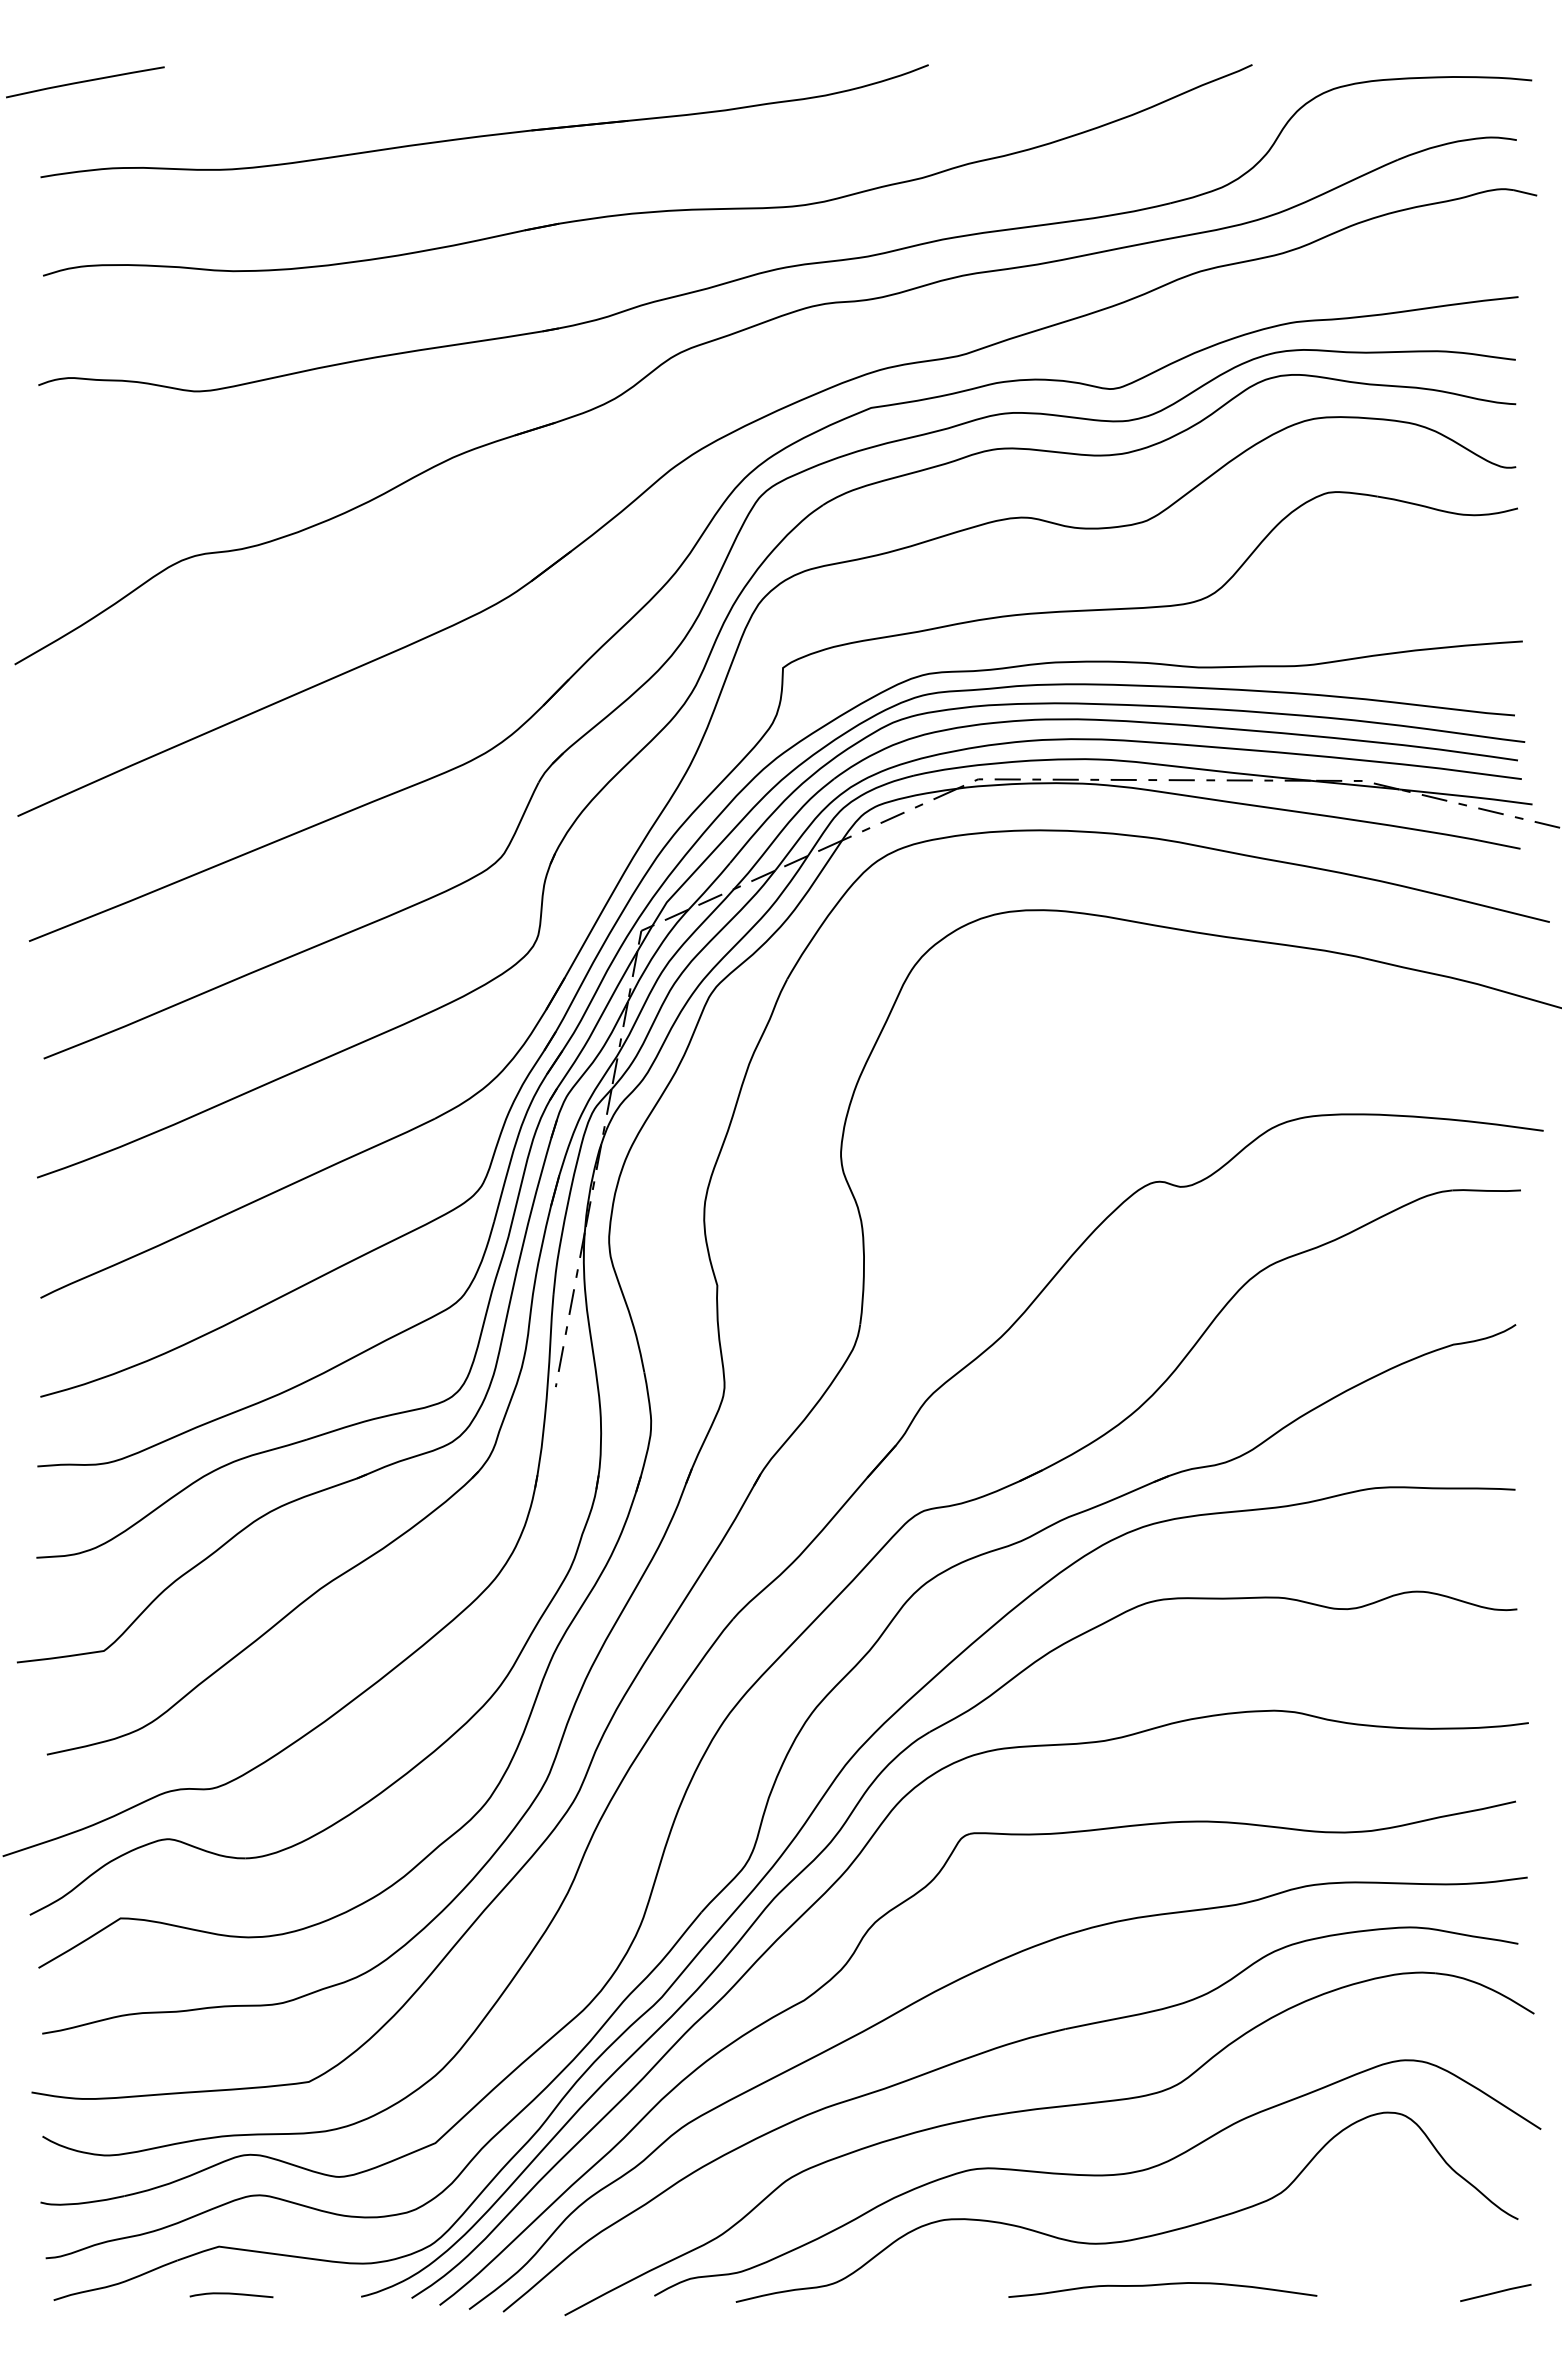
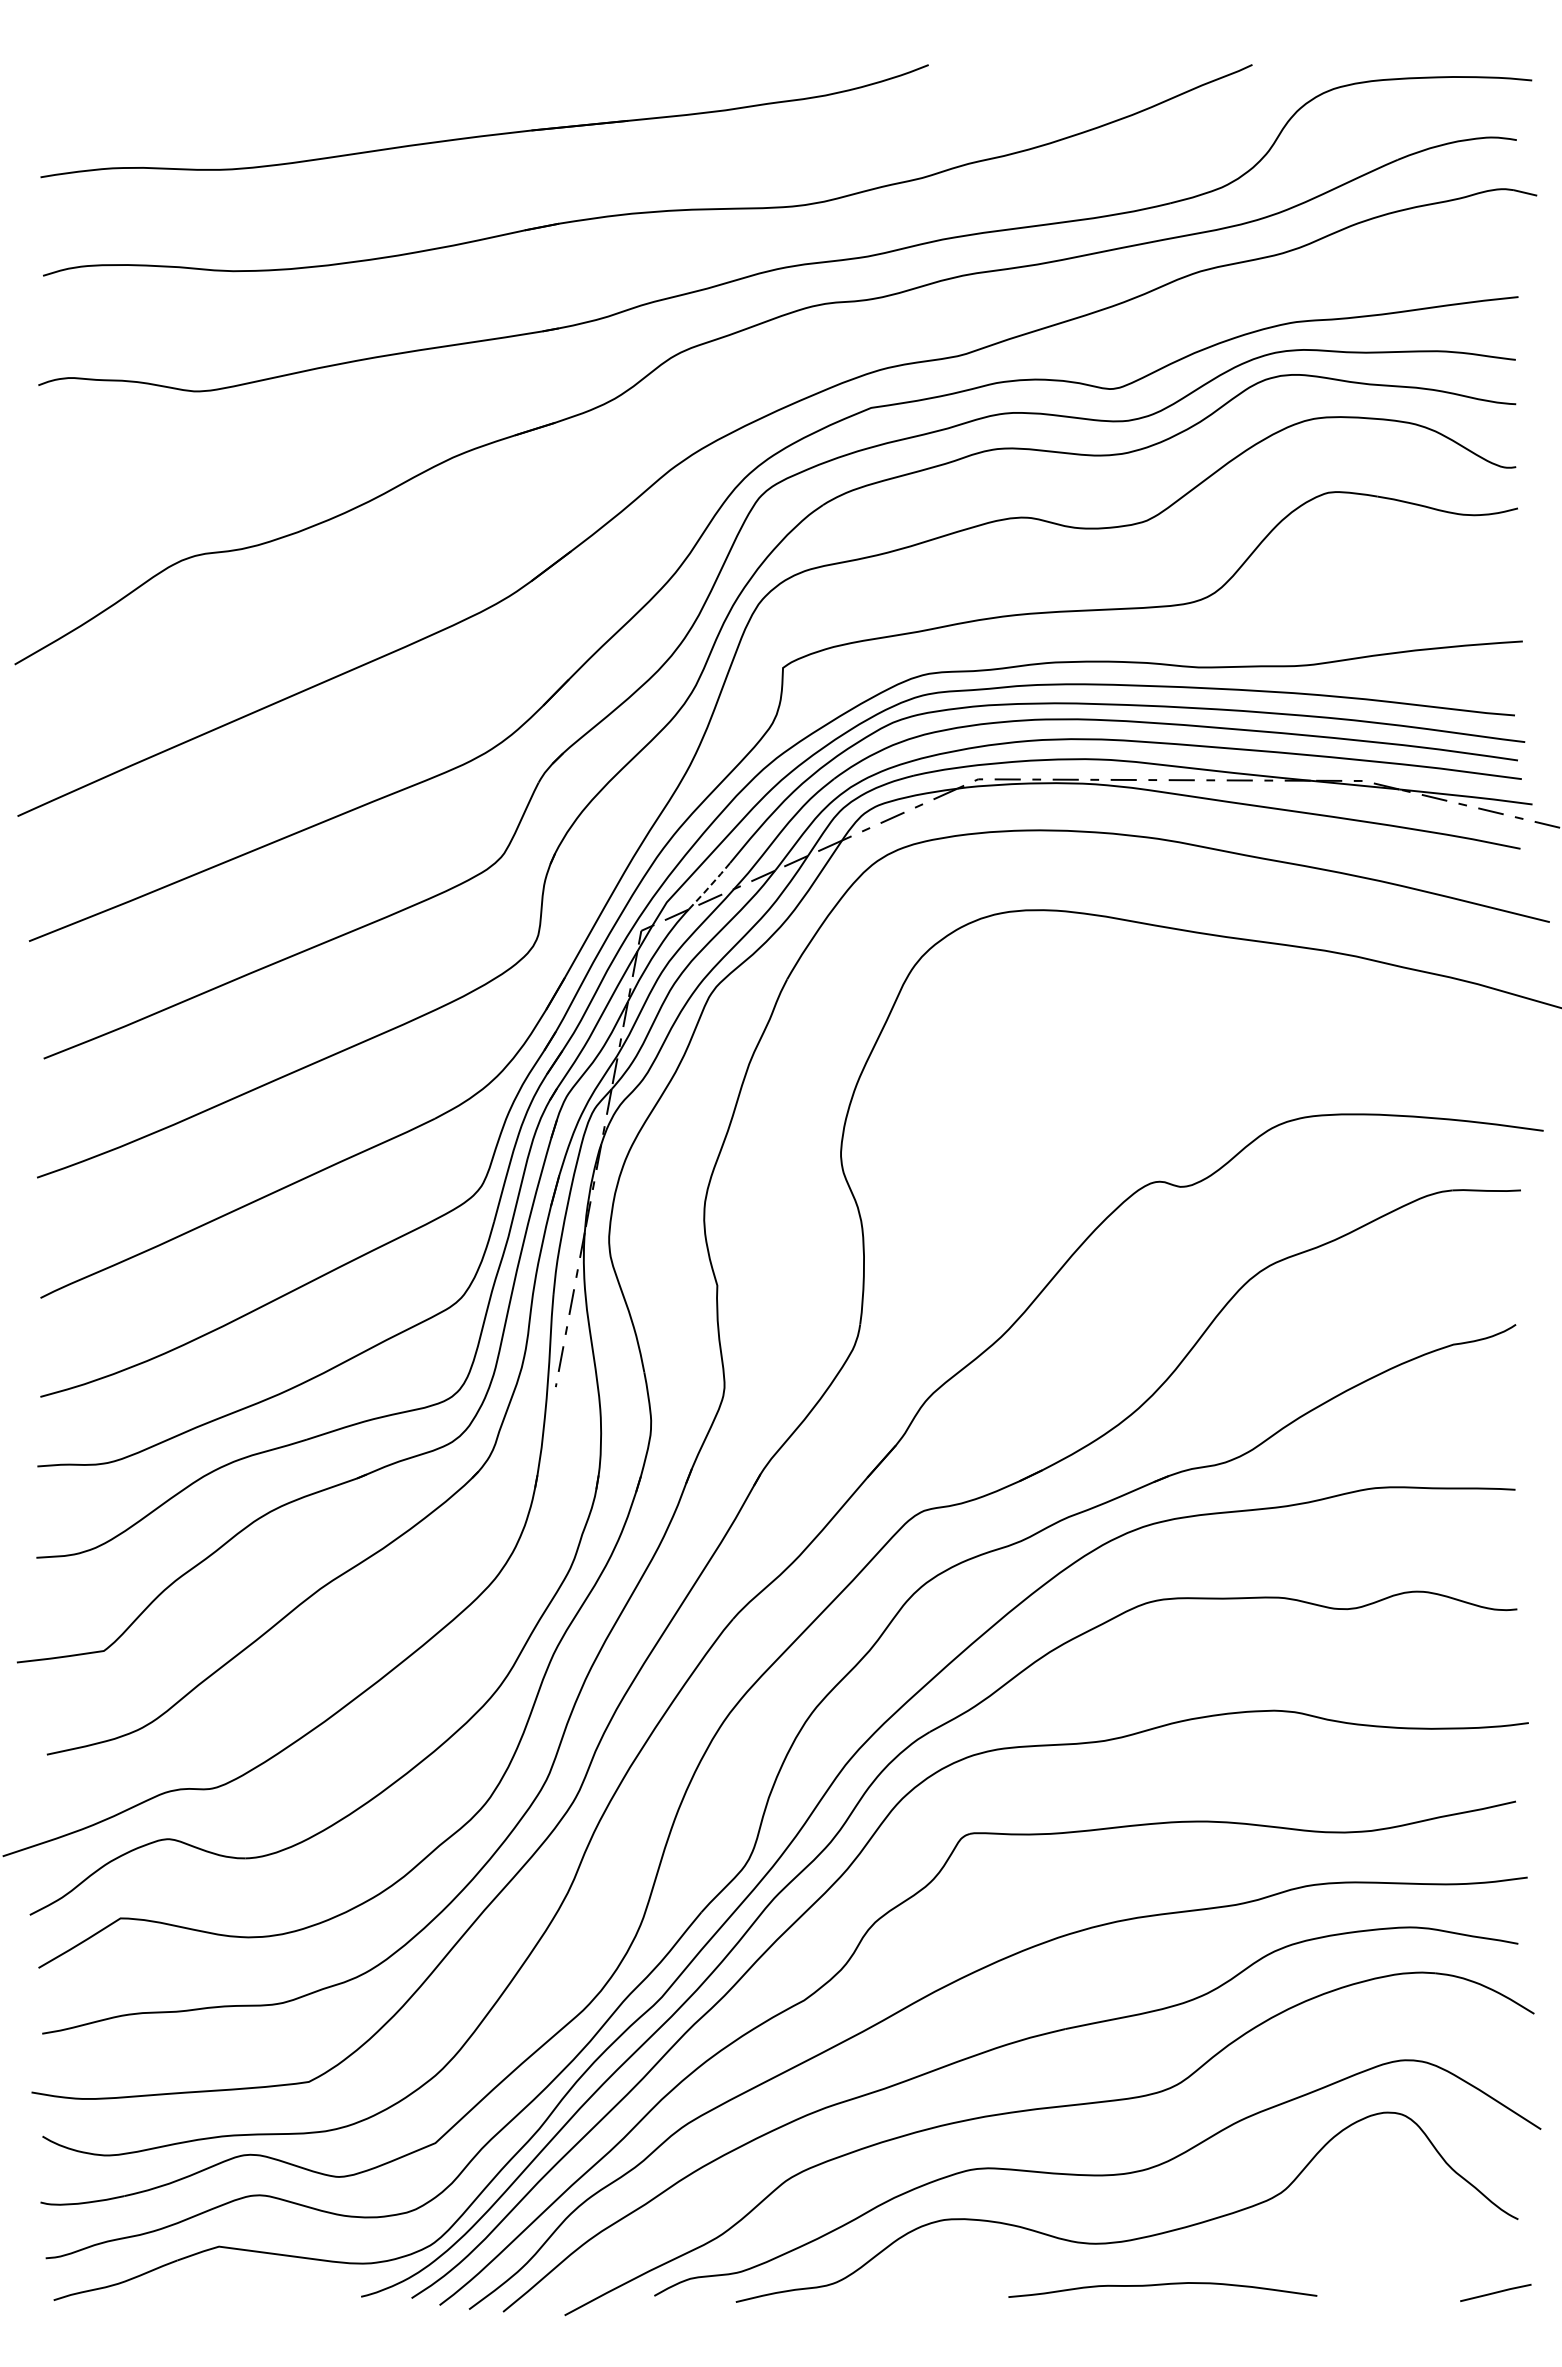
line at (85, 82): present -> none
line at (709, 887): solid -> dashed
curve at (231, 2294): present -> none
